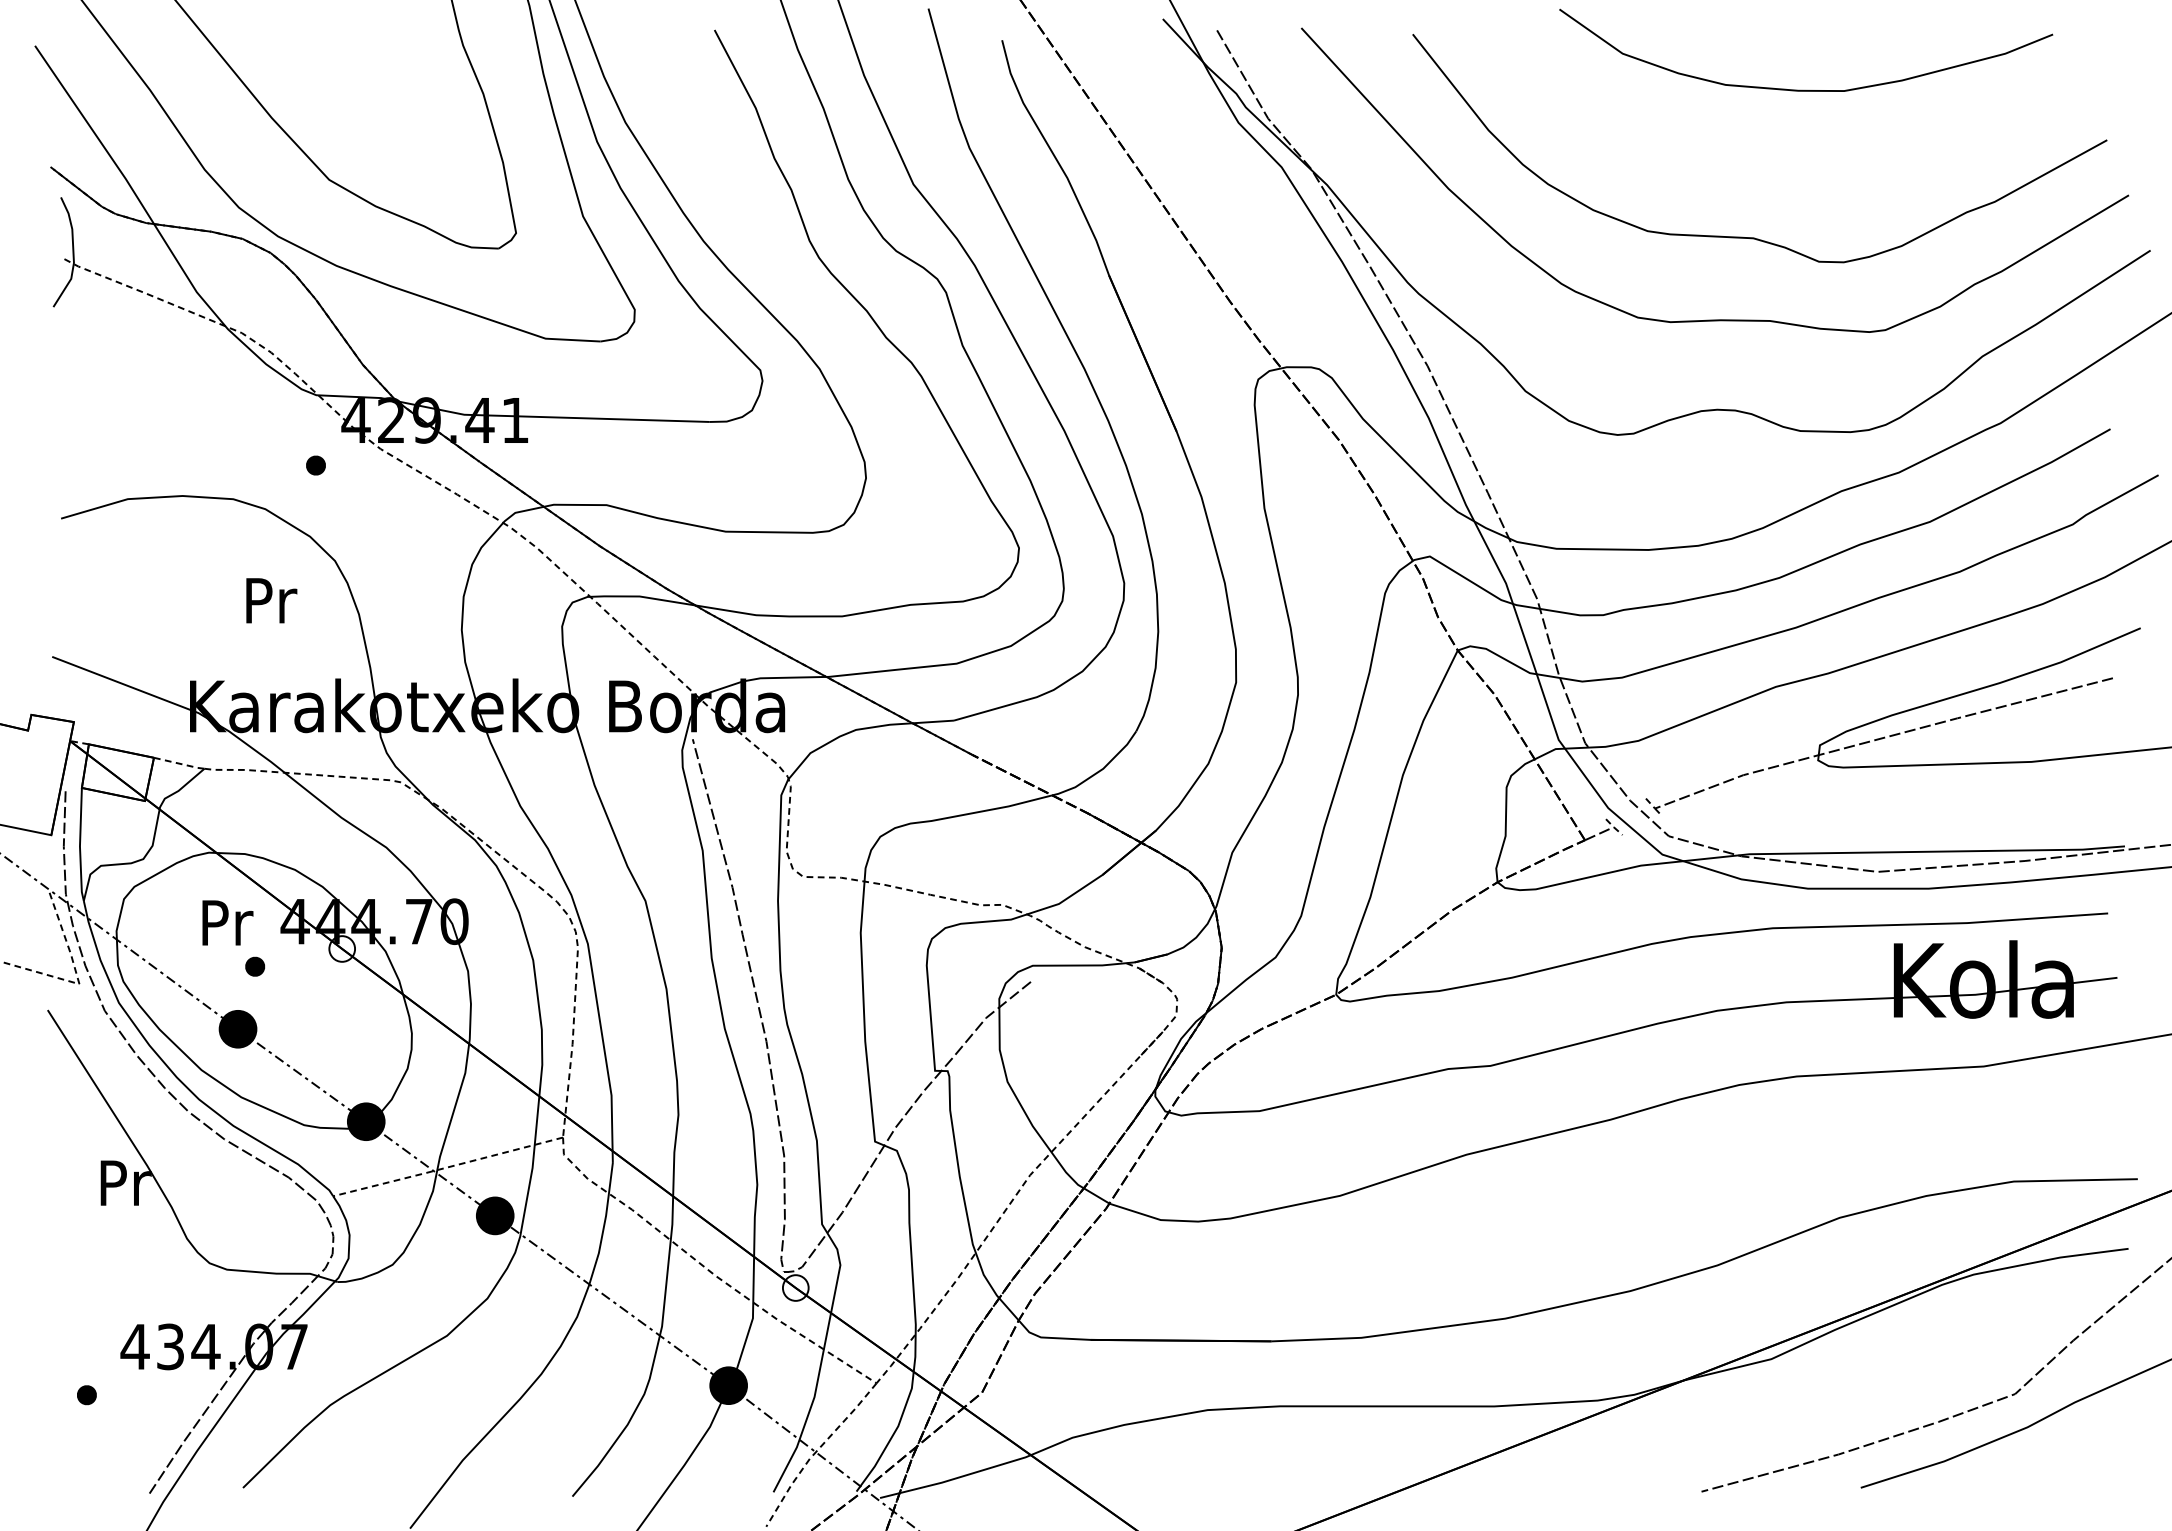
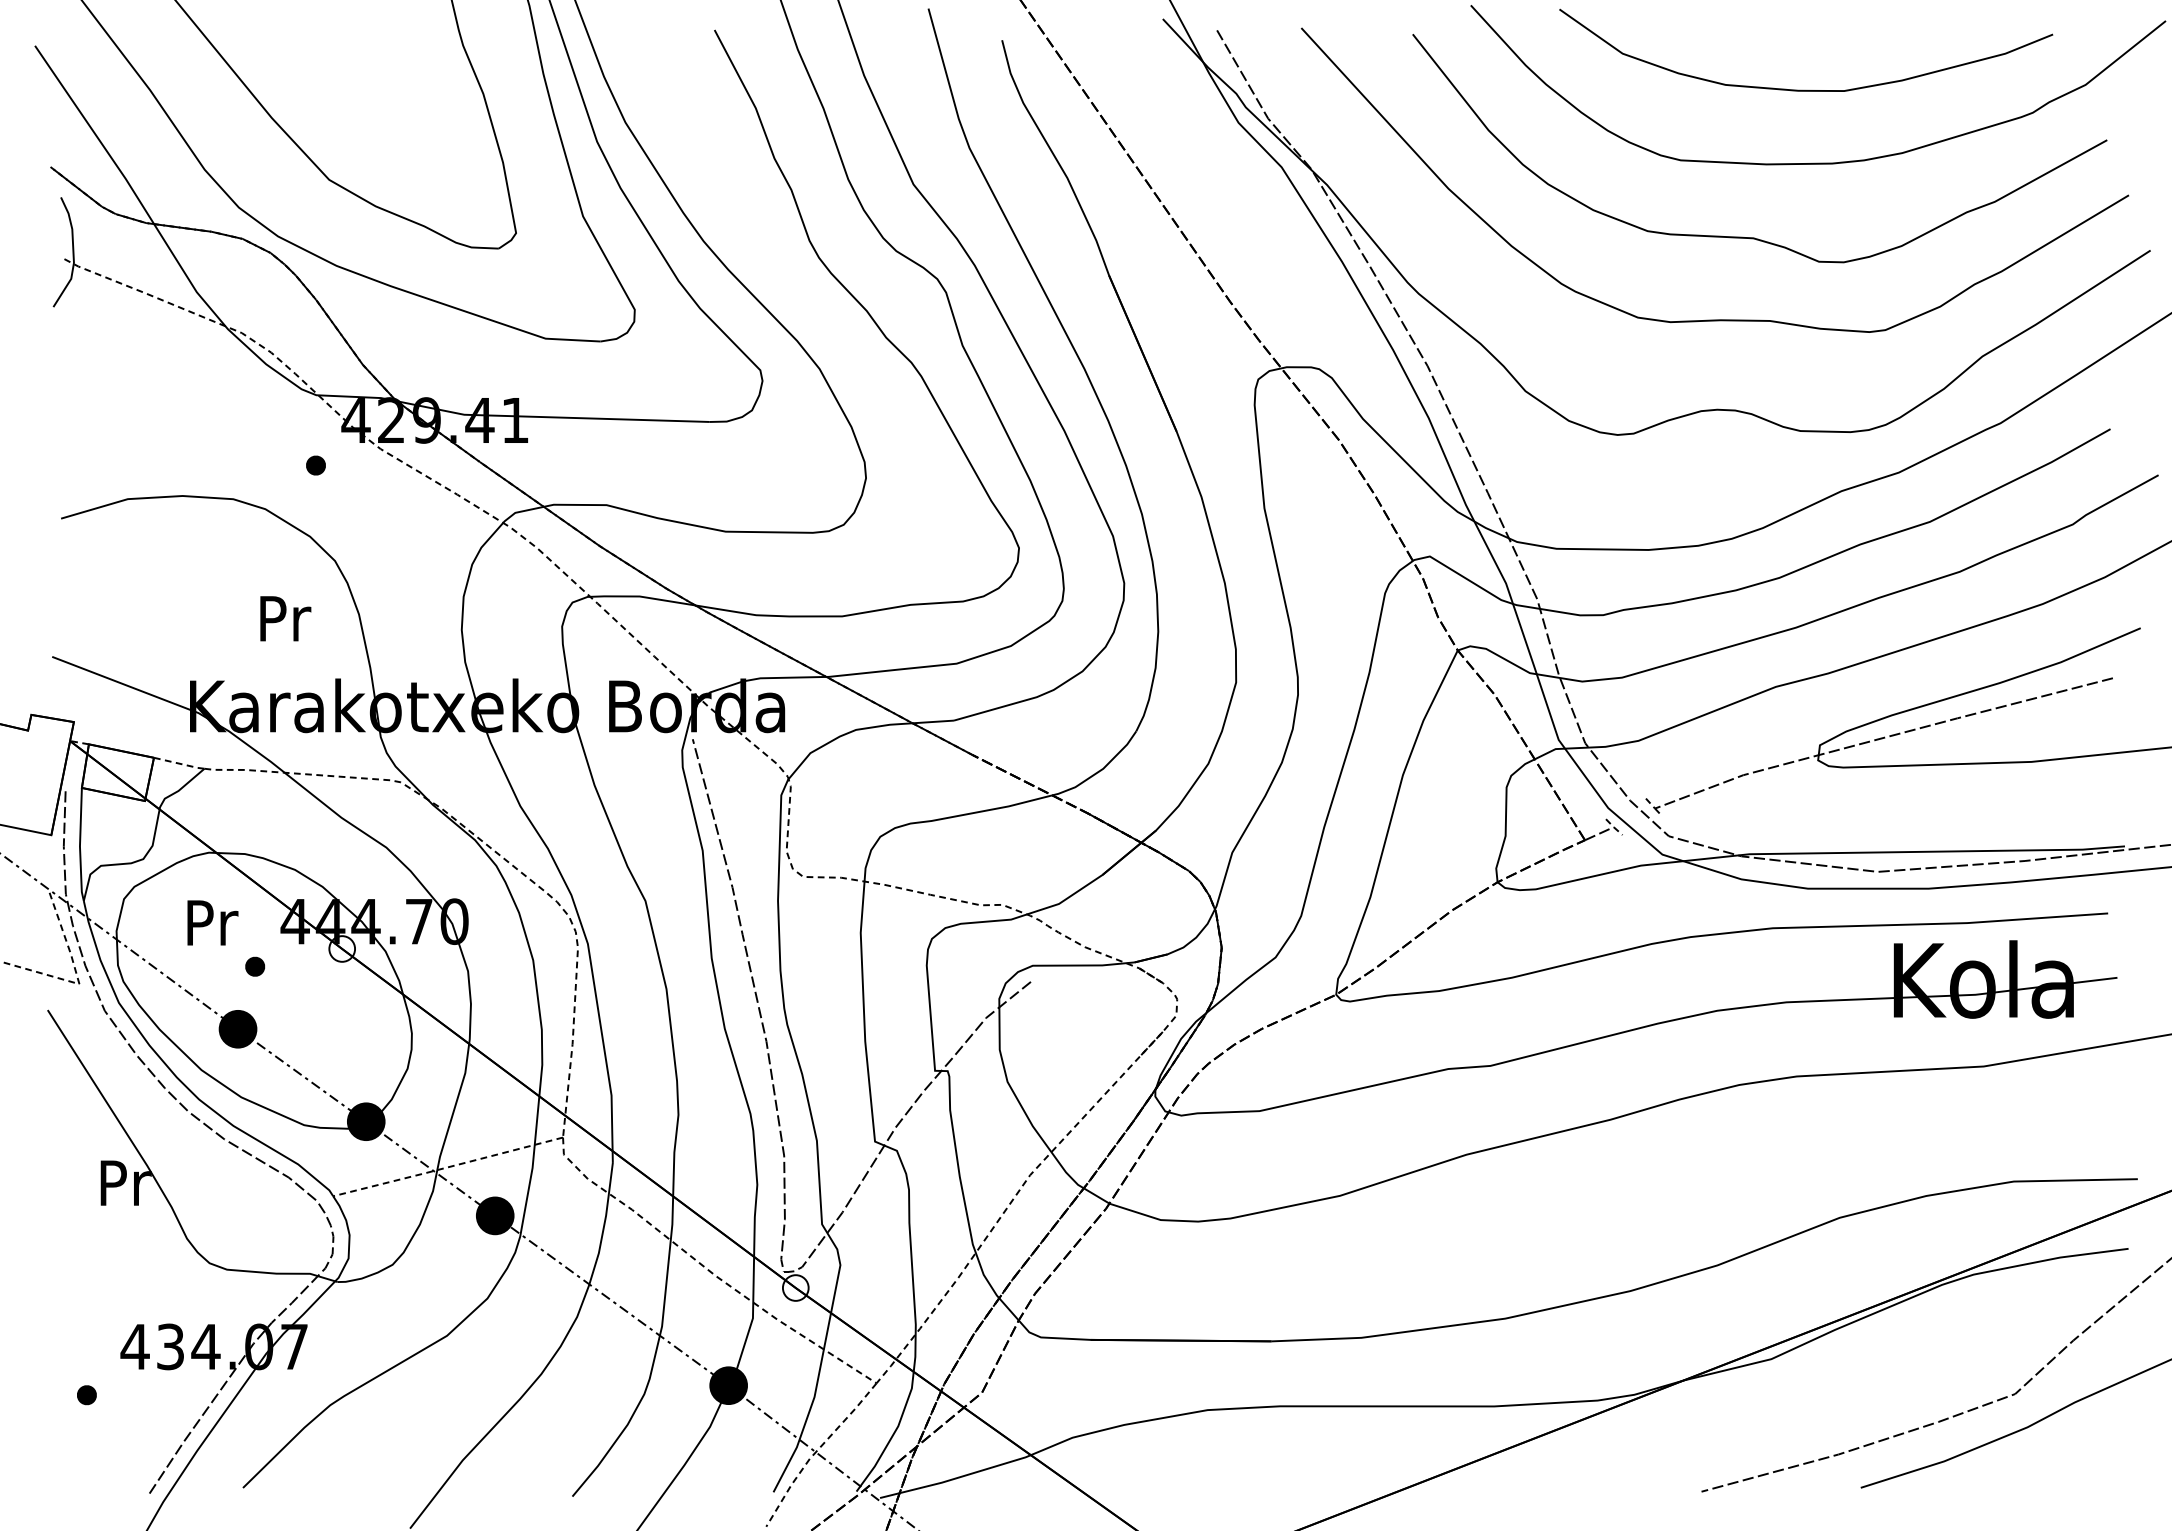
curve at (1818, 162): none -> present
text at (271, 600) position: (271, 600) -> (285, 618)
text at (227, 922) position: (227, 922) -> (212, 922)
